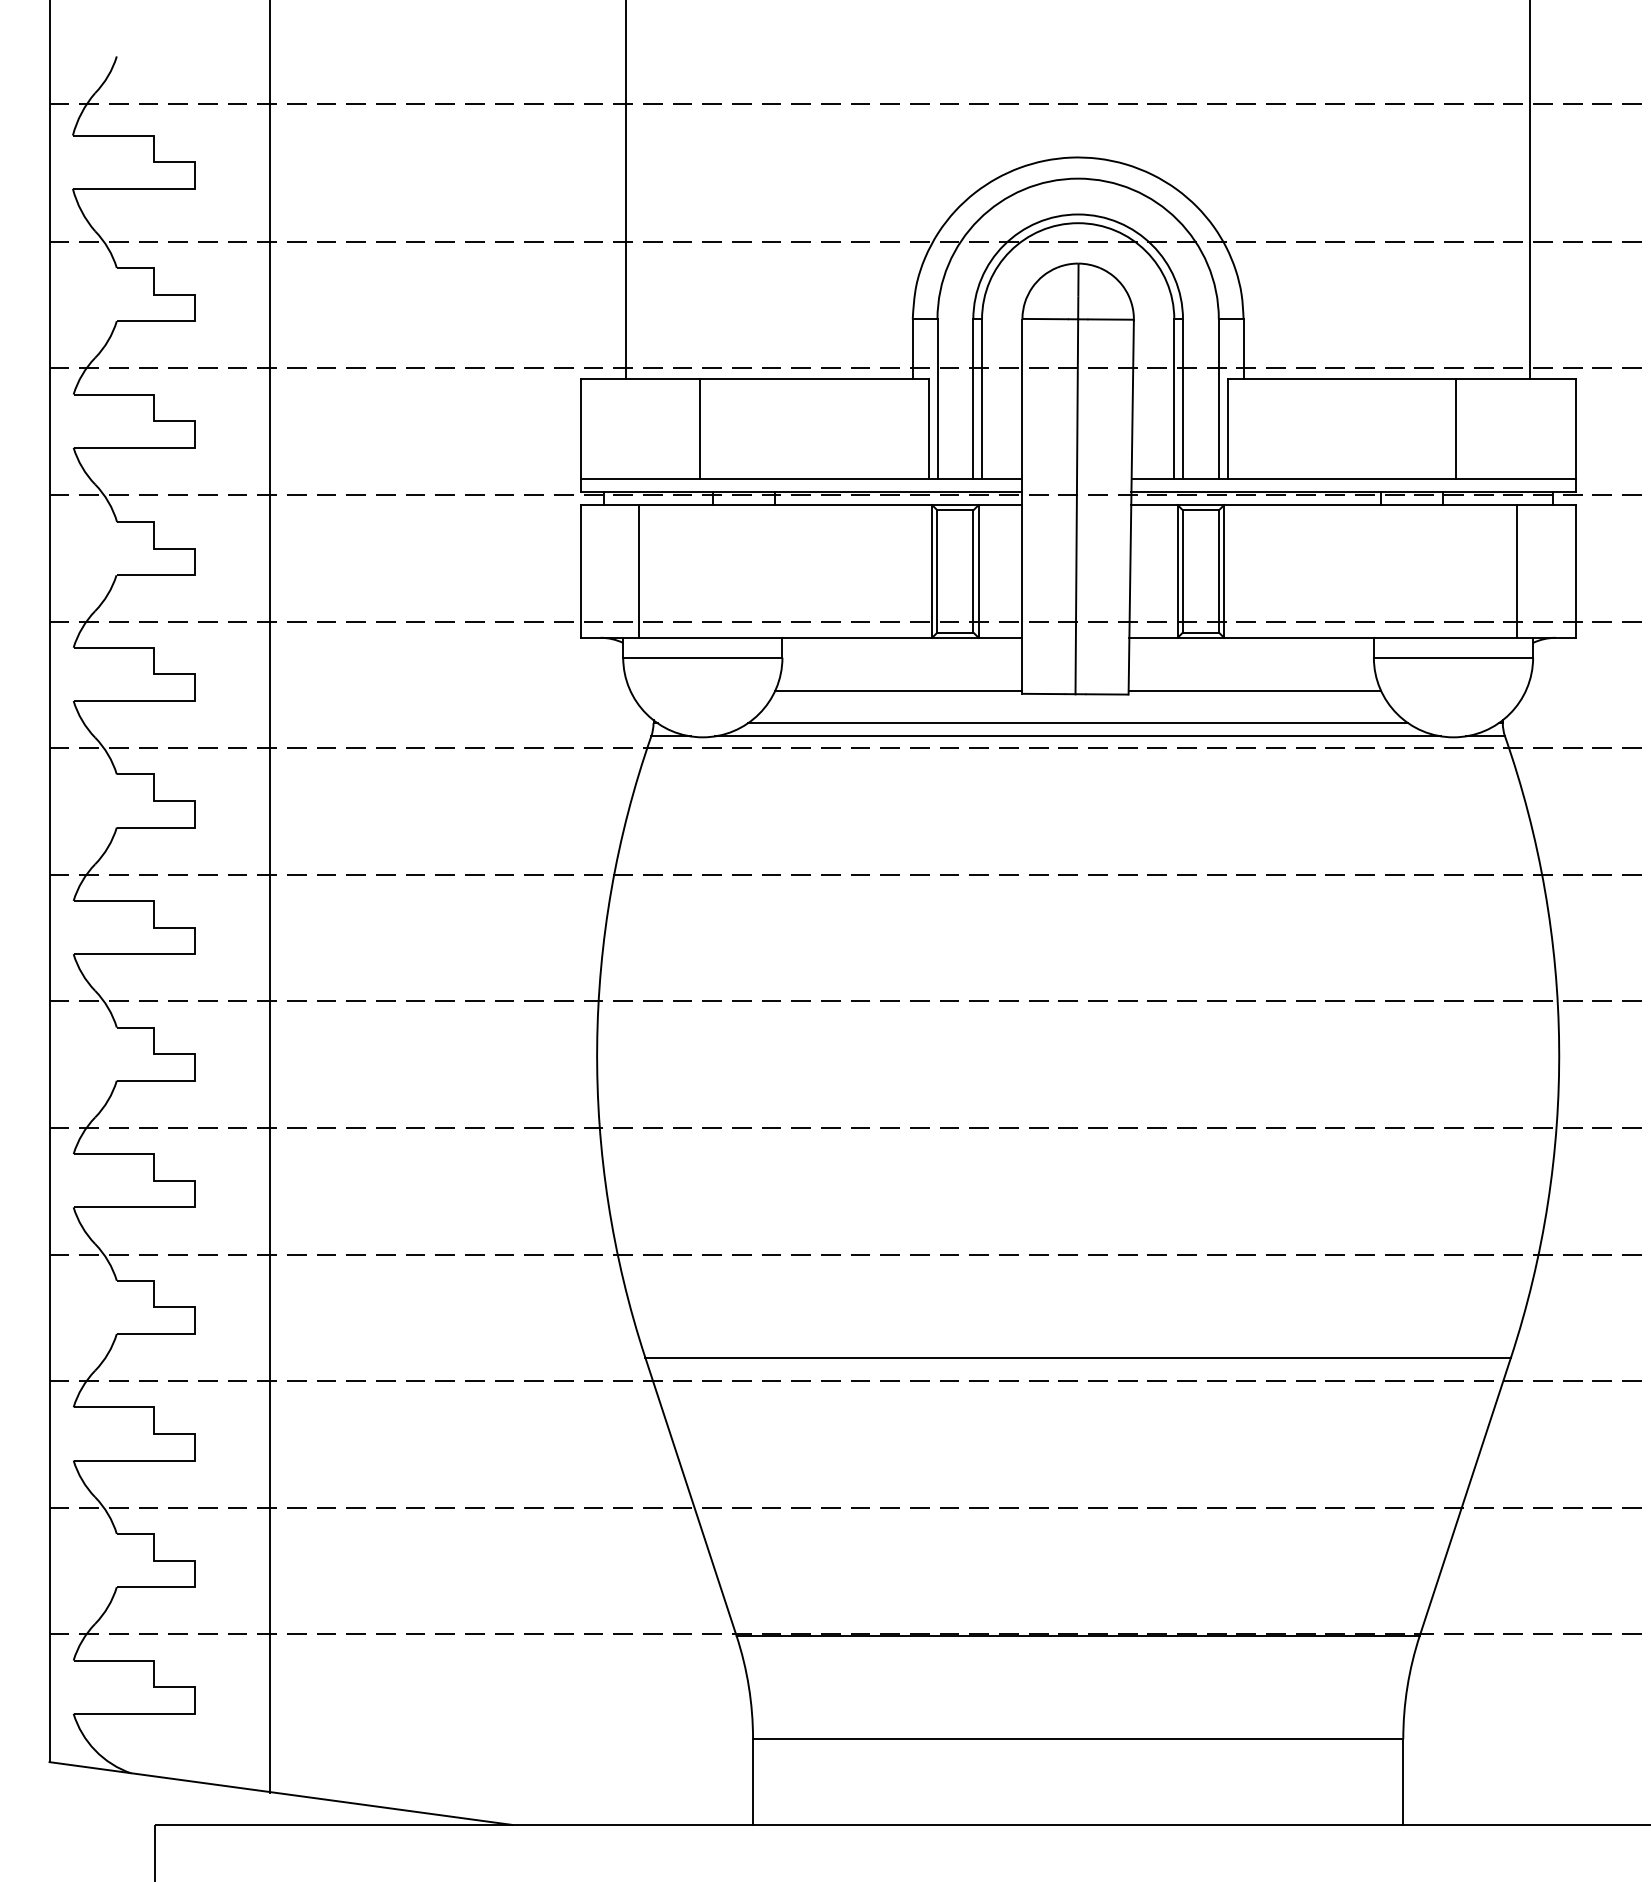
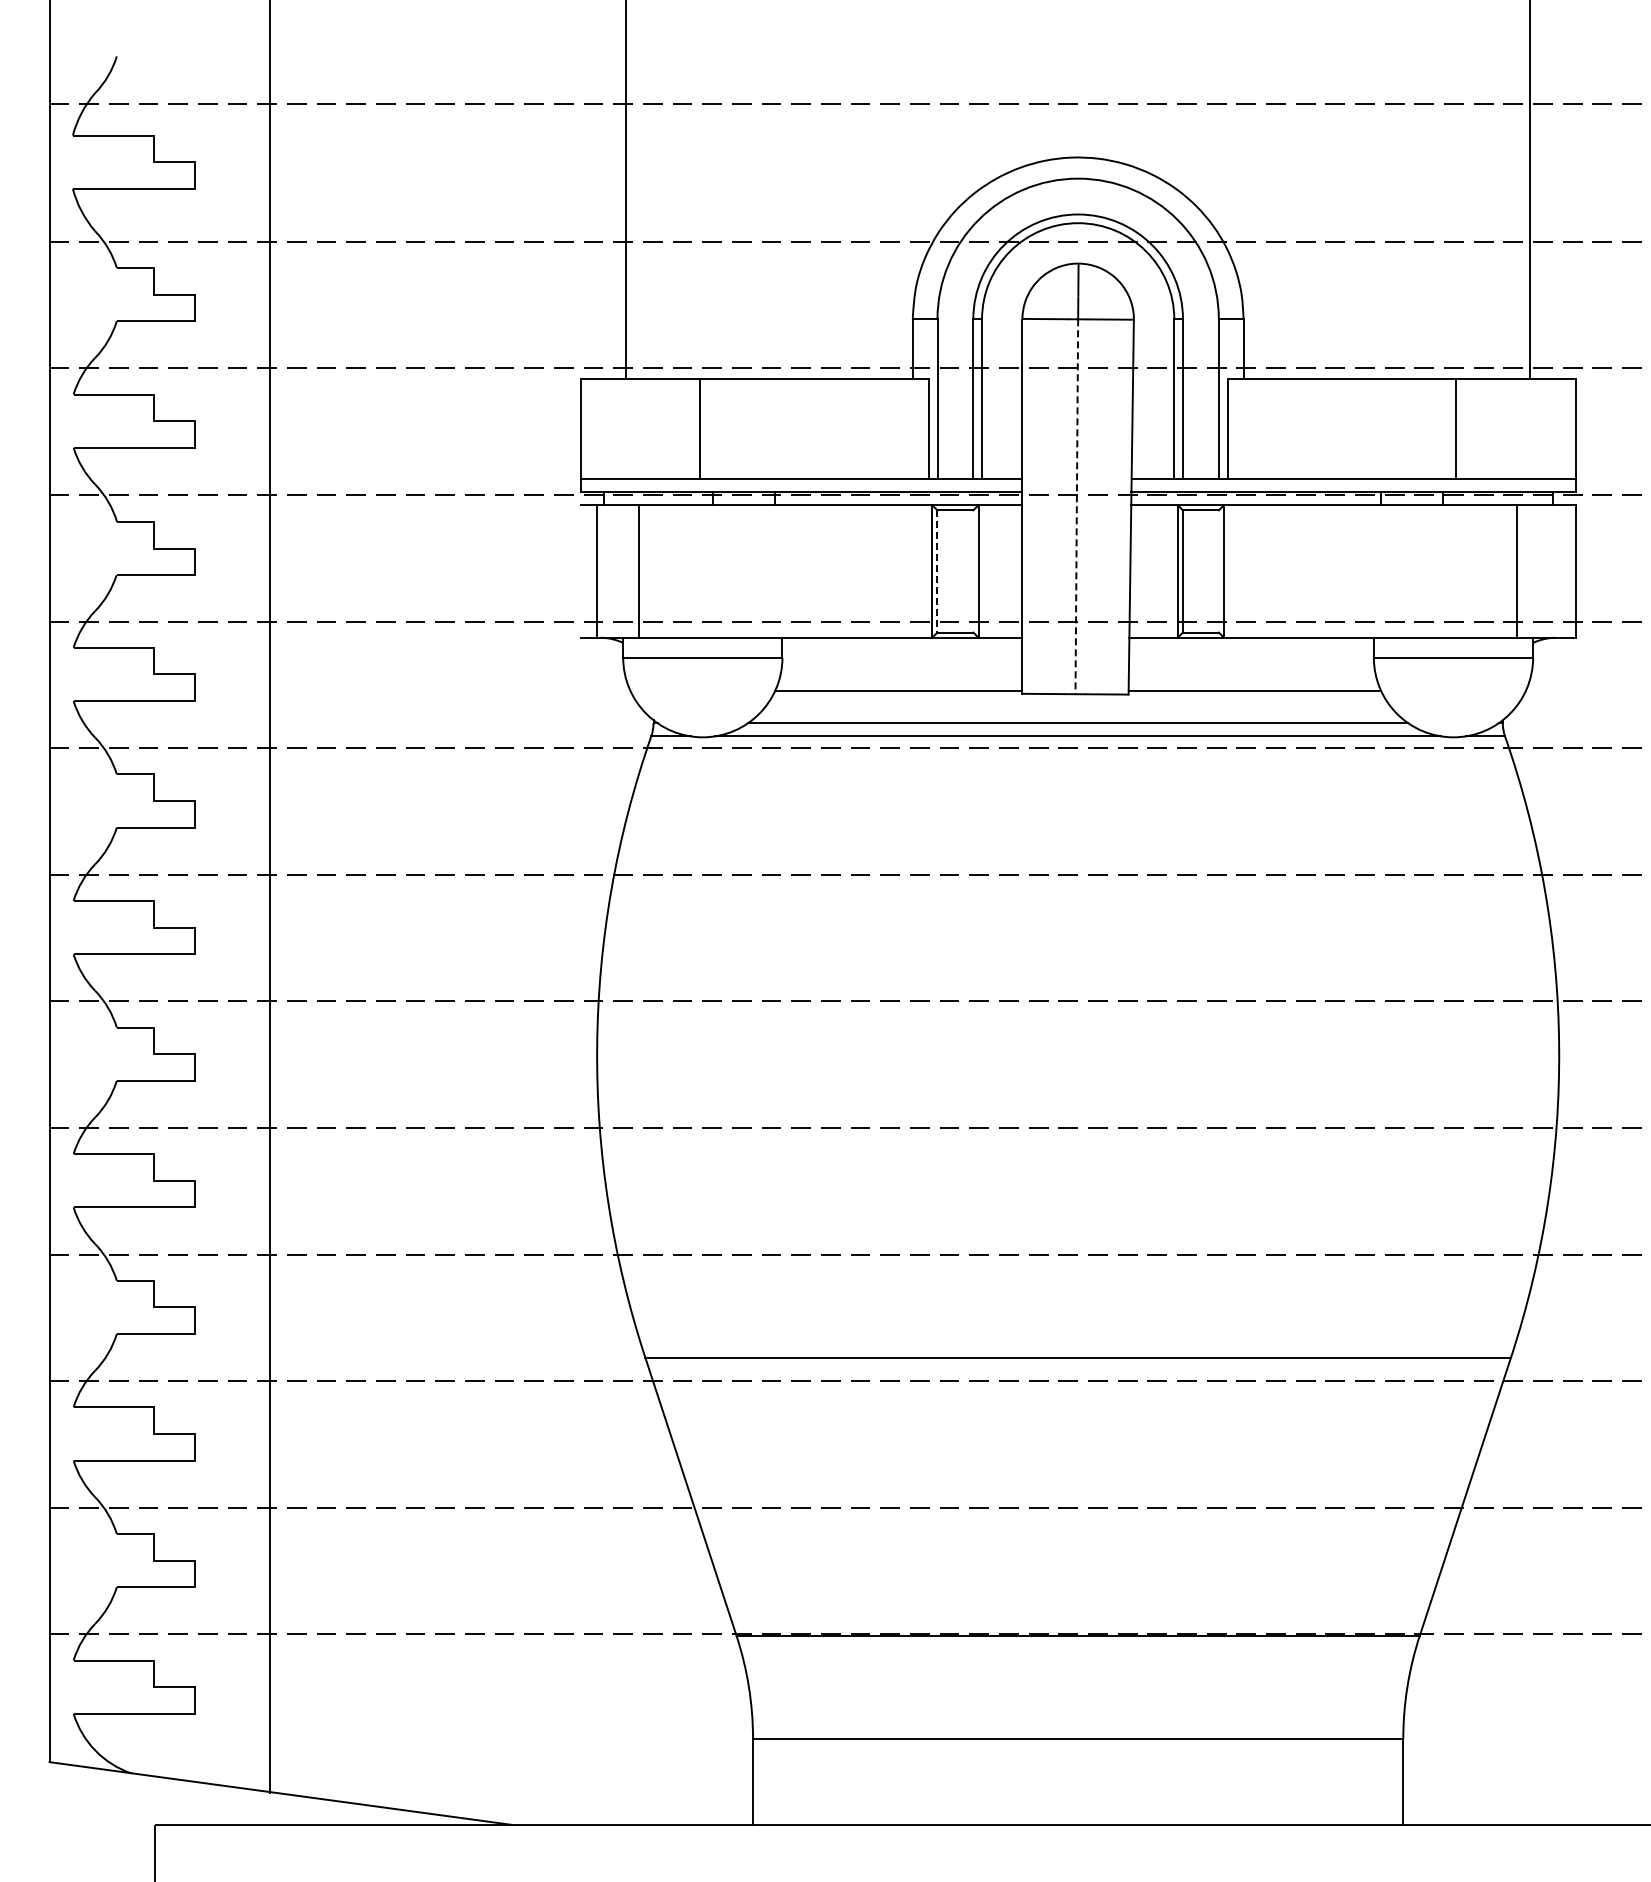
line at (1076, 507): solid -> dashed
line at (580, 571) position: (580, 571) -> (596, 571)
line at (937, 571): solid -> dashed
line at (973, 571): present -> none
line at (1218, 571): present -> none
